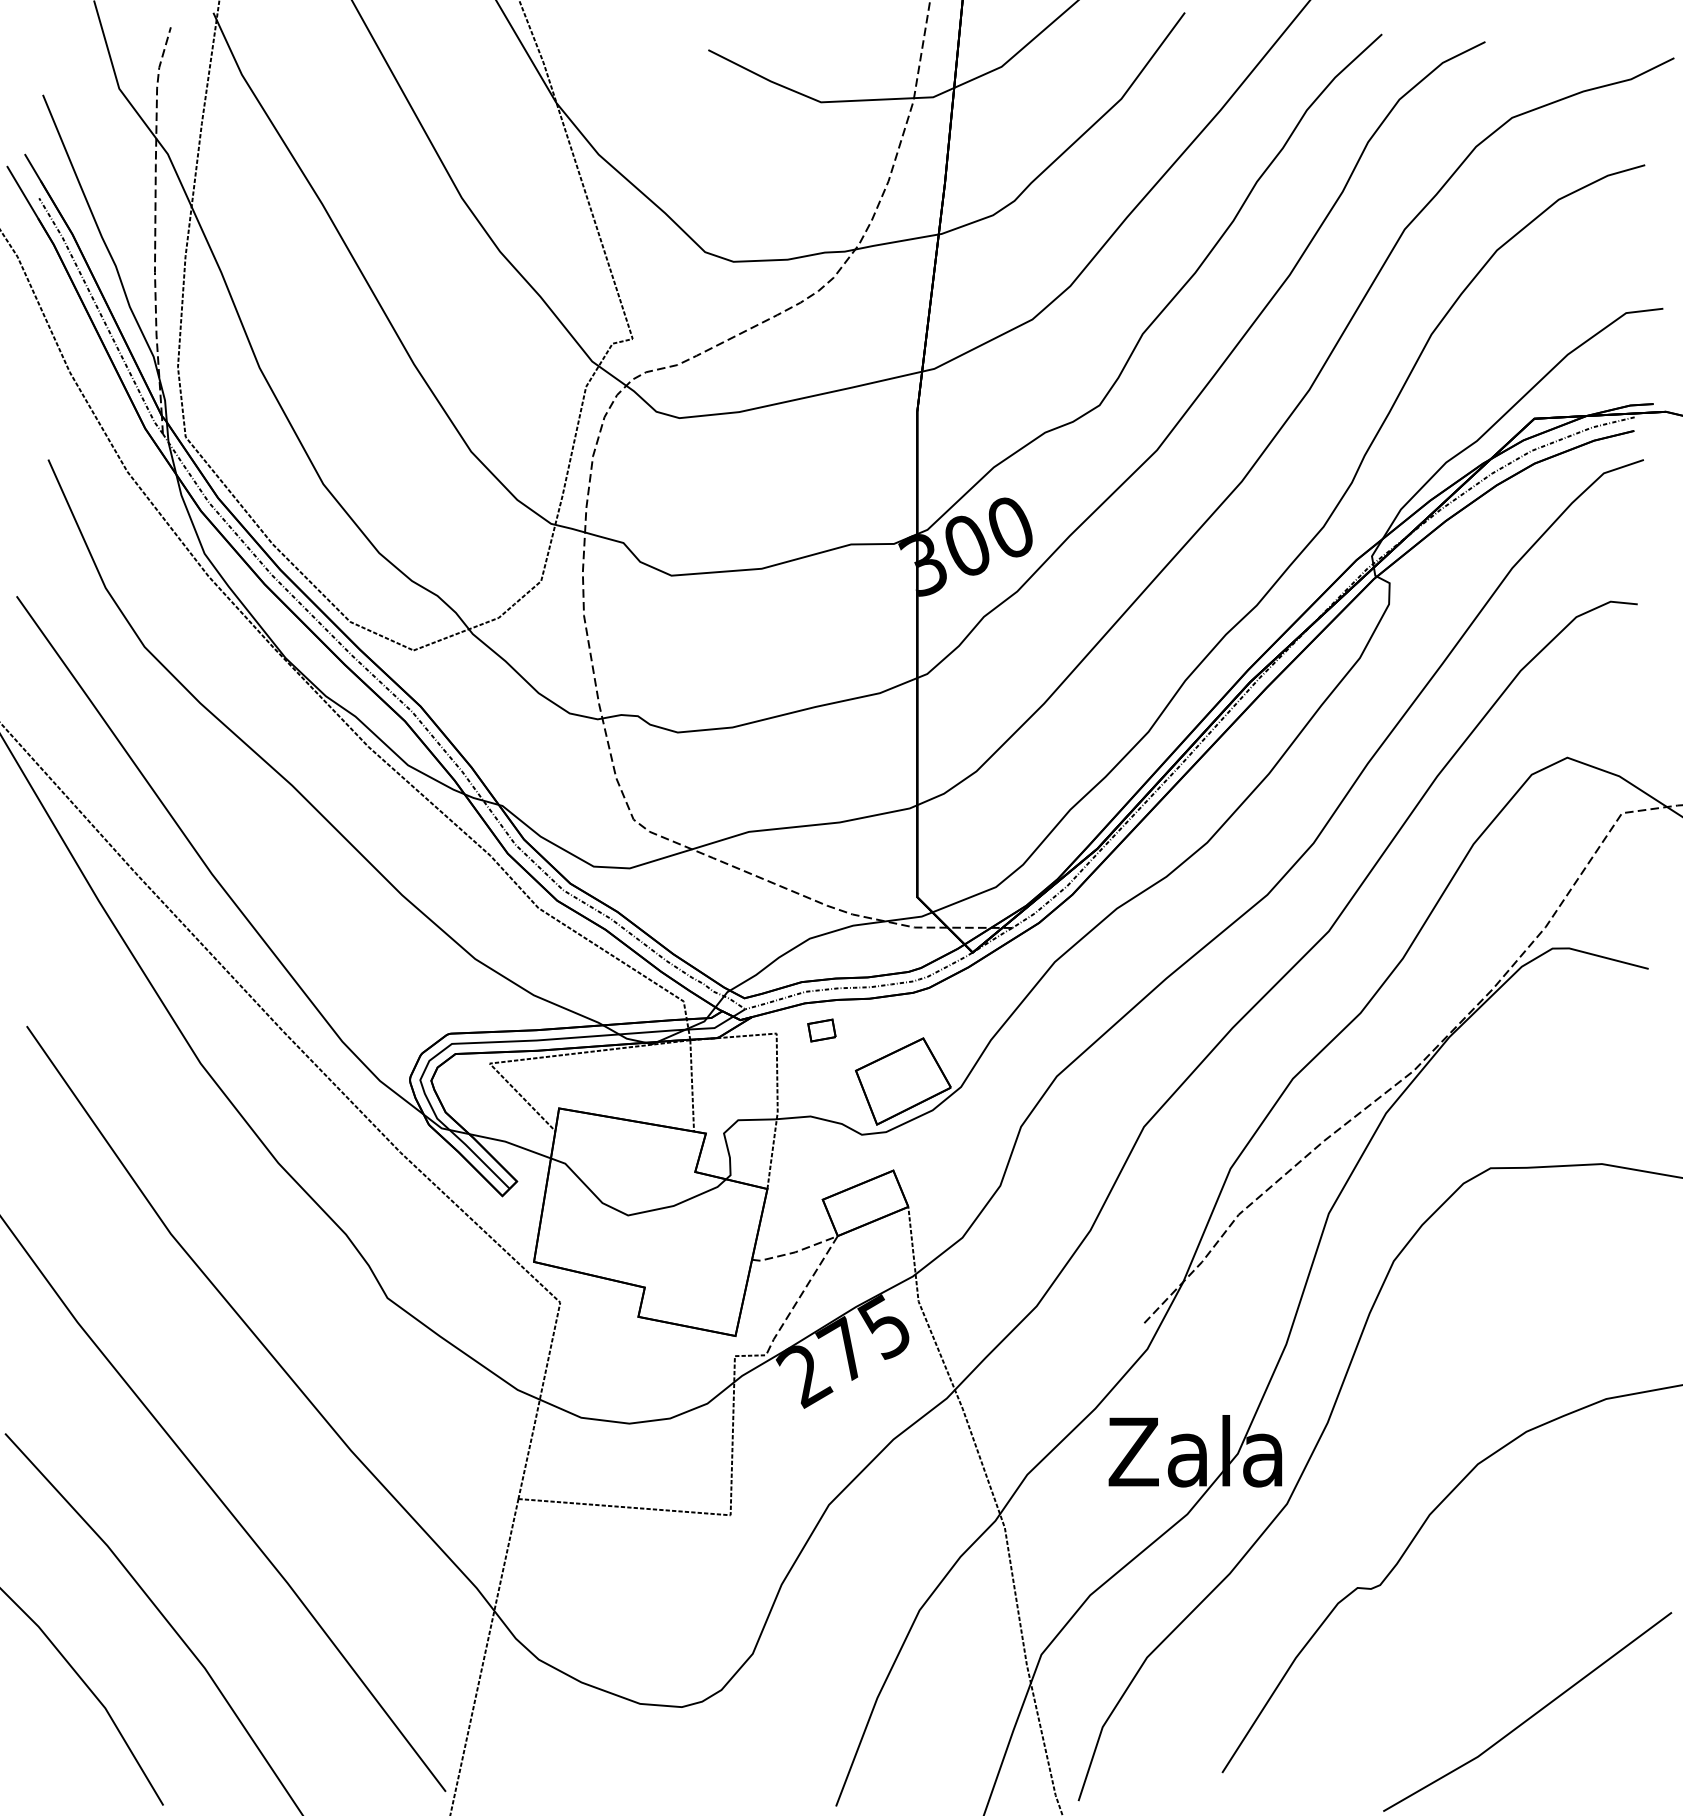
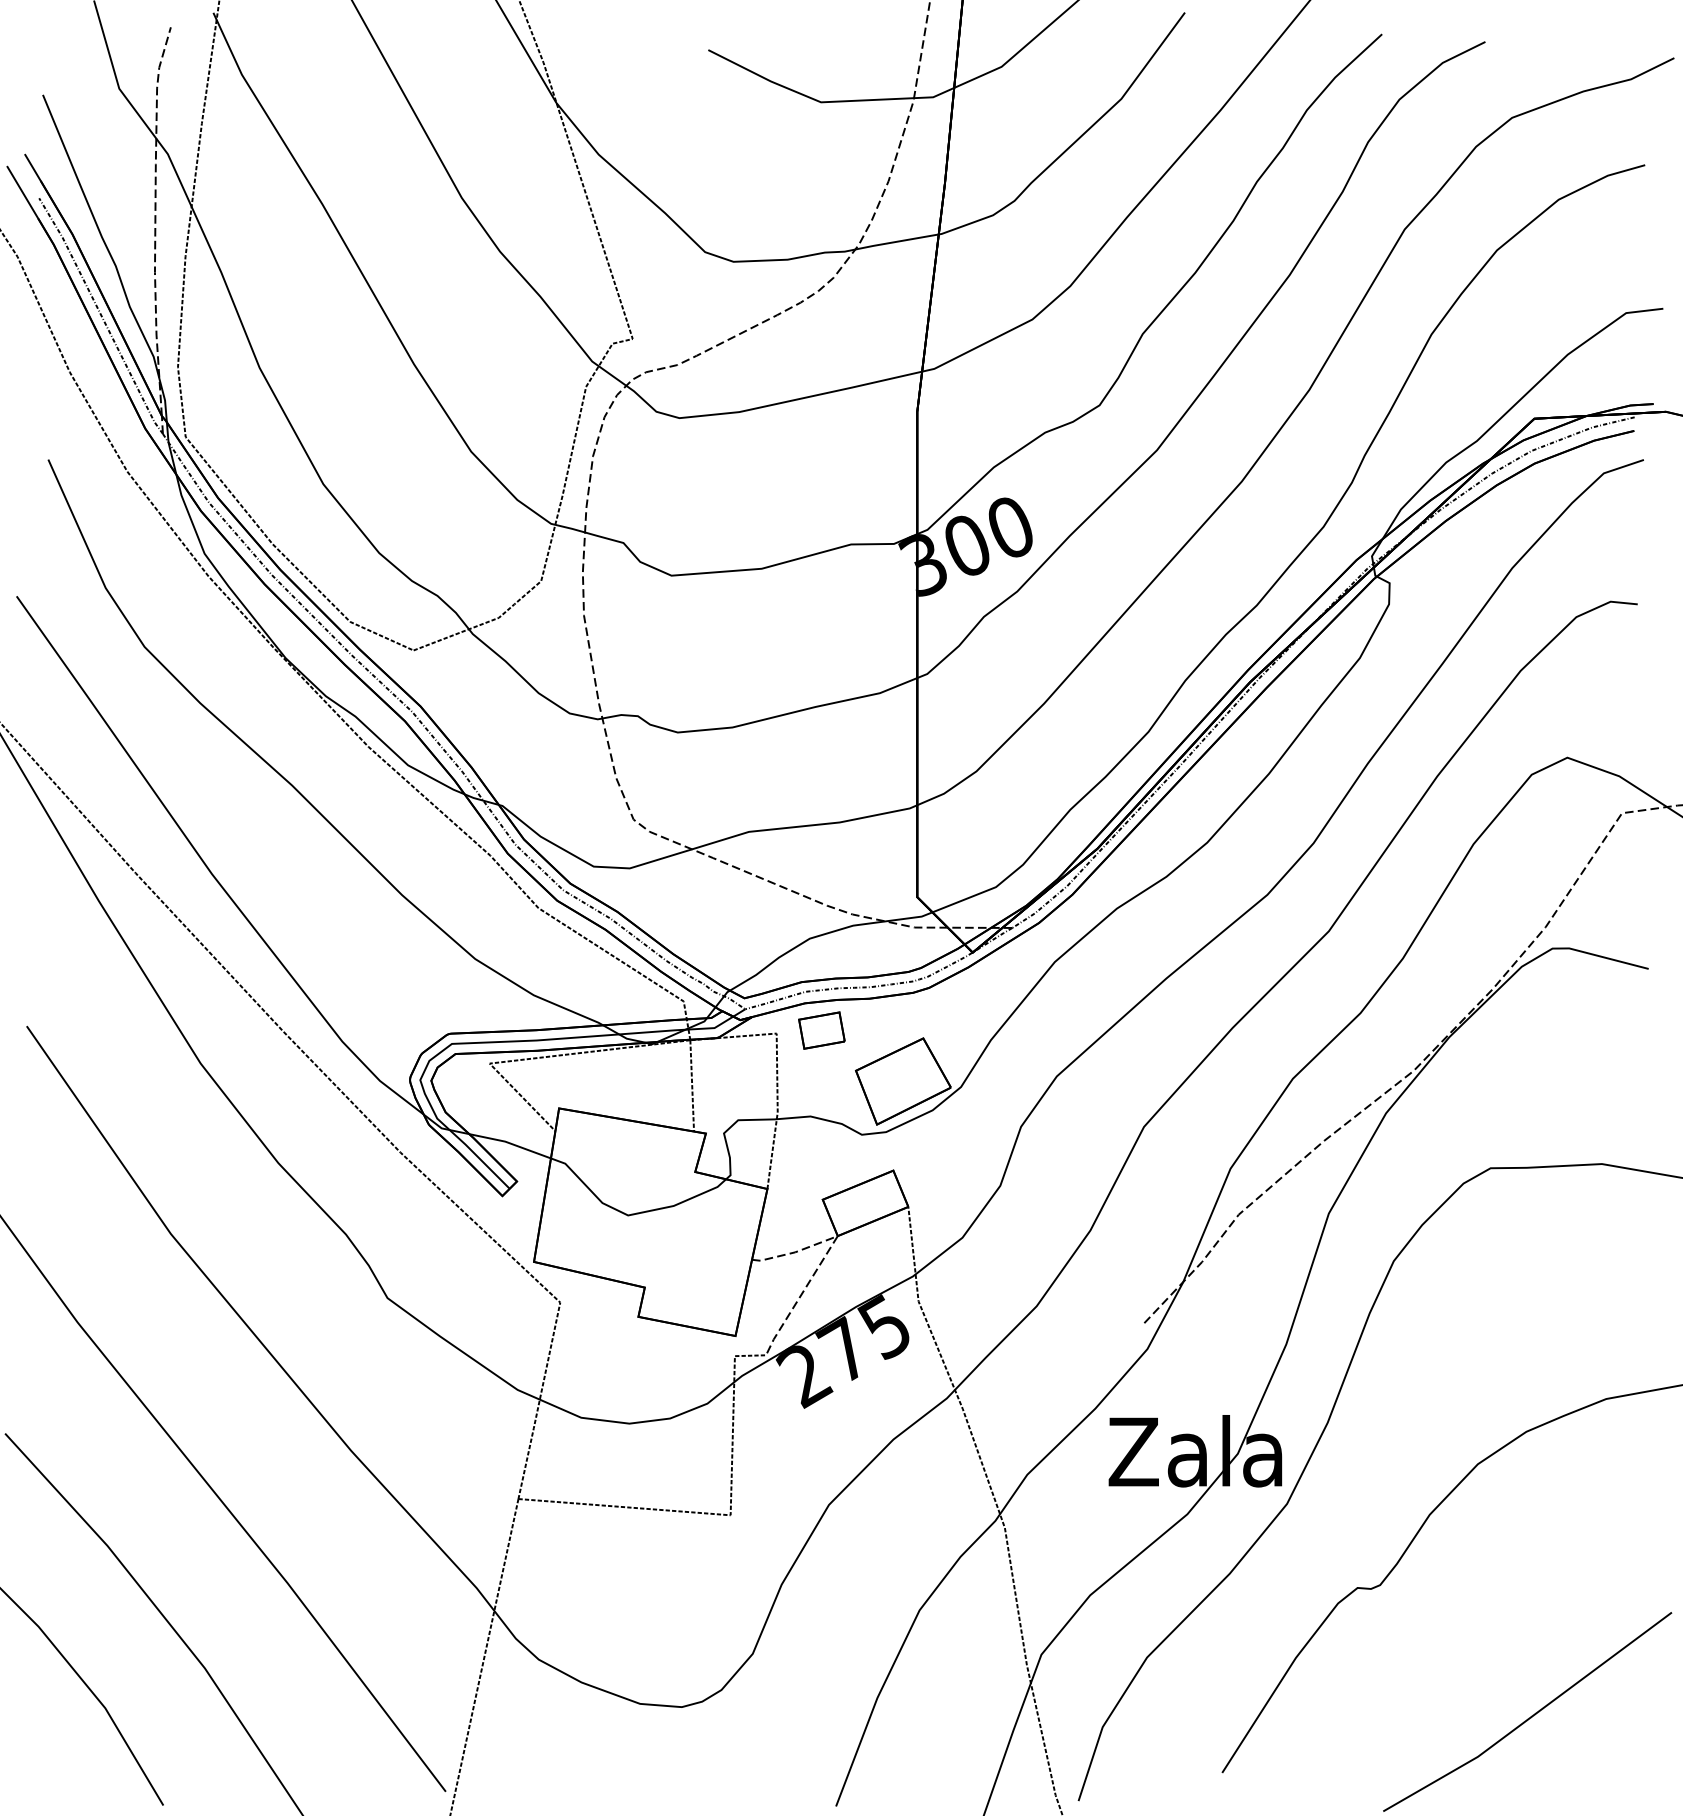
part at (821, 1030) size: 30x25 px -> 48x39 px
